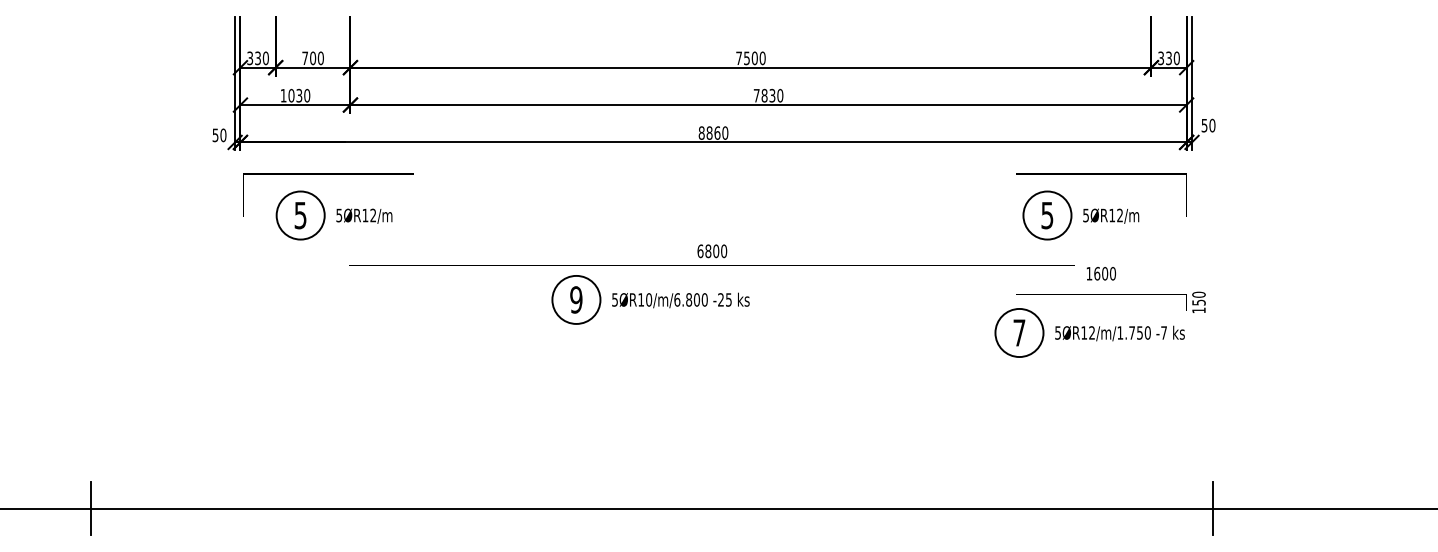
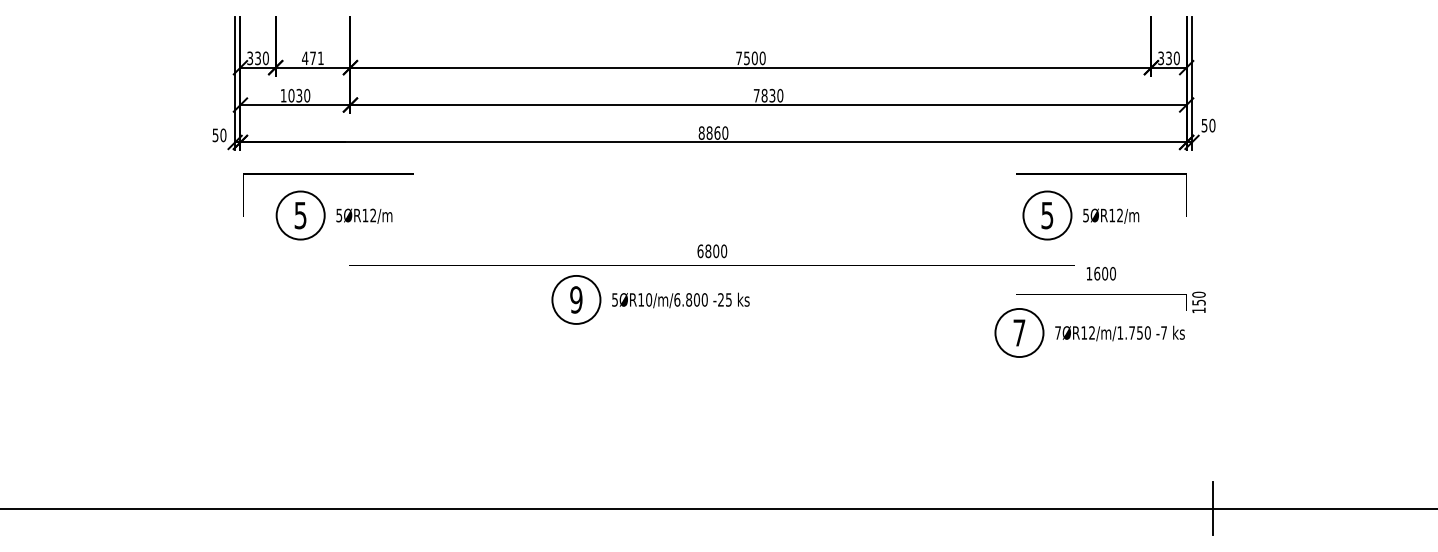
text at (312, 58): 700 -> 471
text at (1057, 332): 5ØR12/m/1.750 -> 7ØR12/m/1.750
line at (91, 508): present -> none
